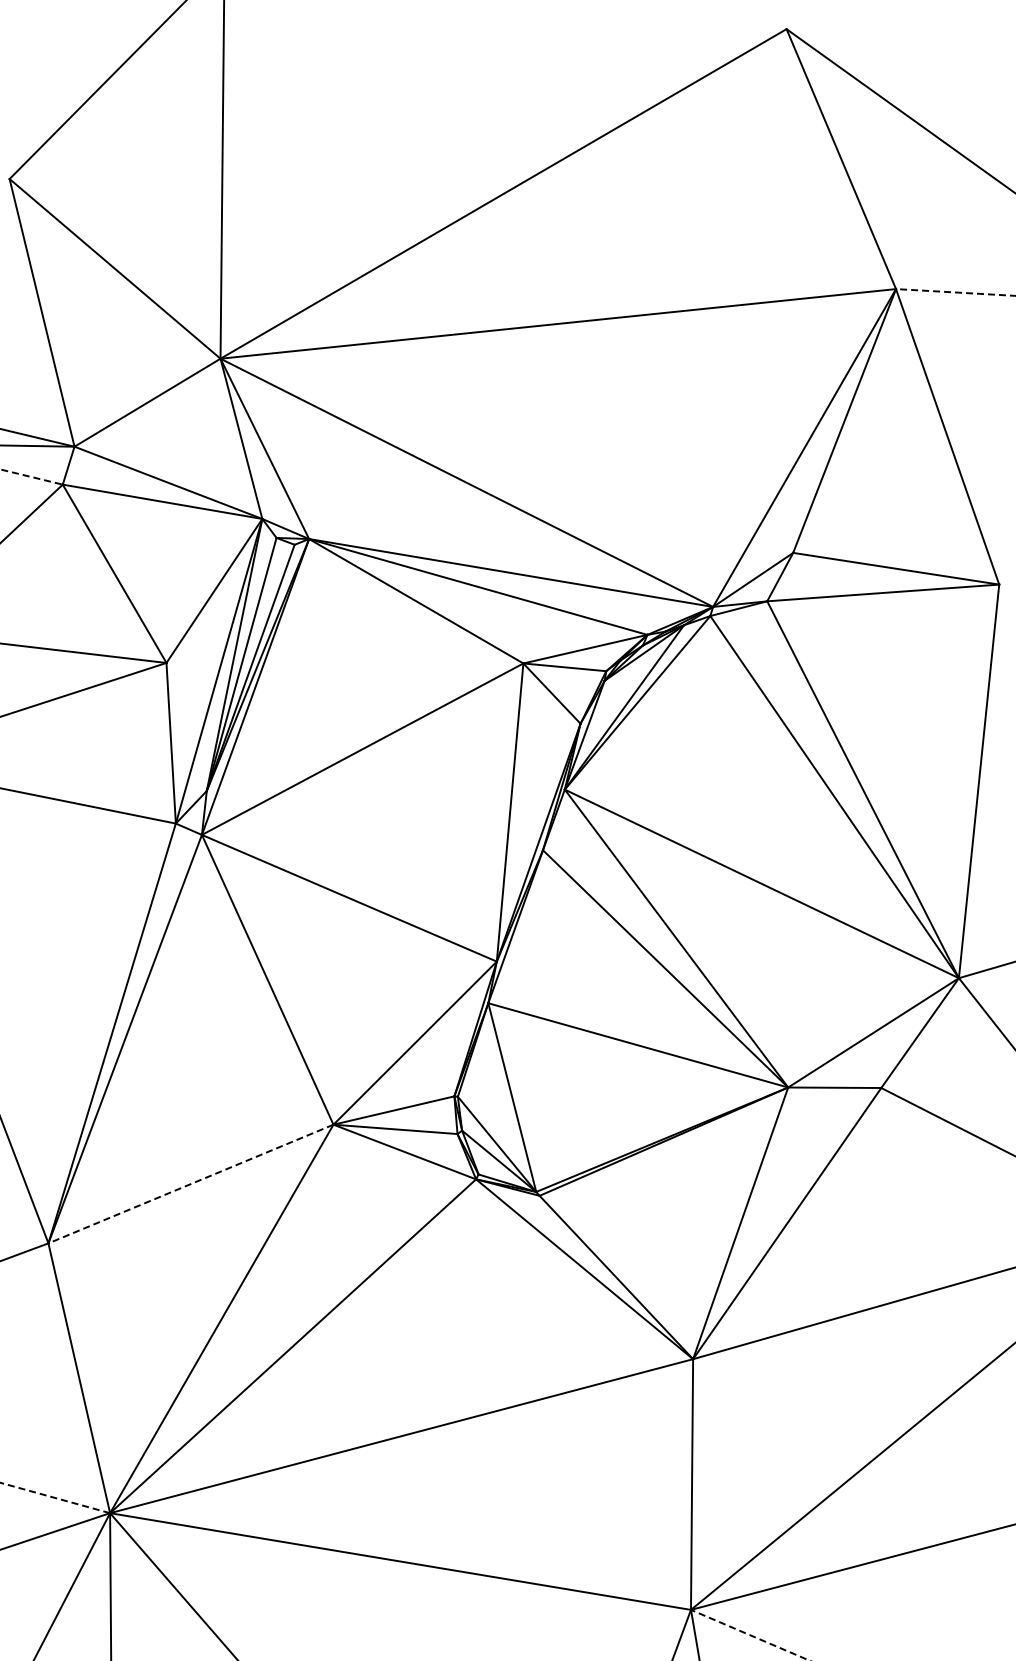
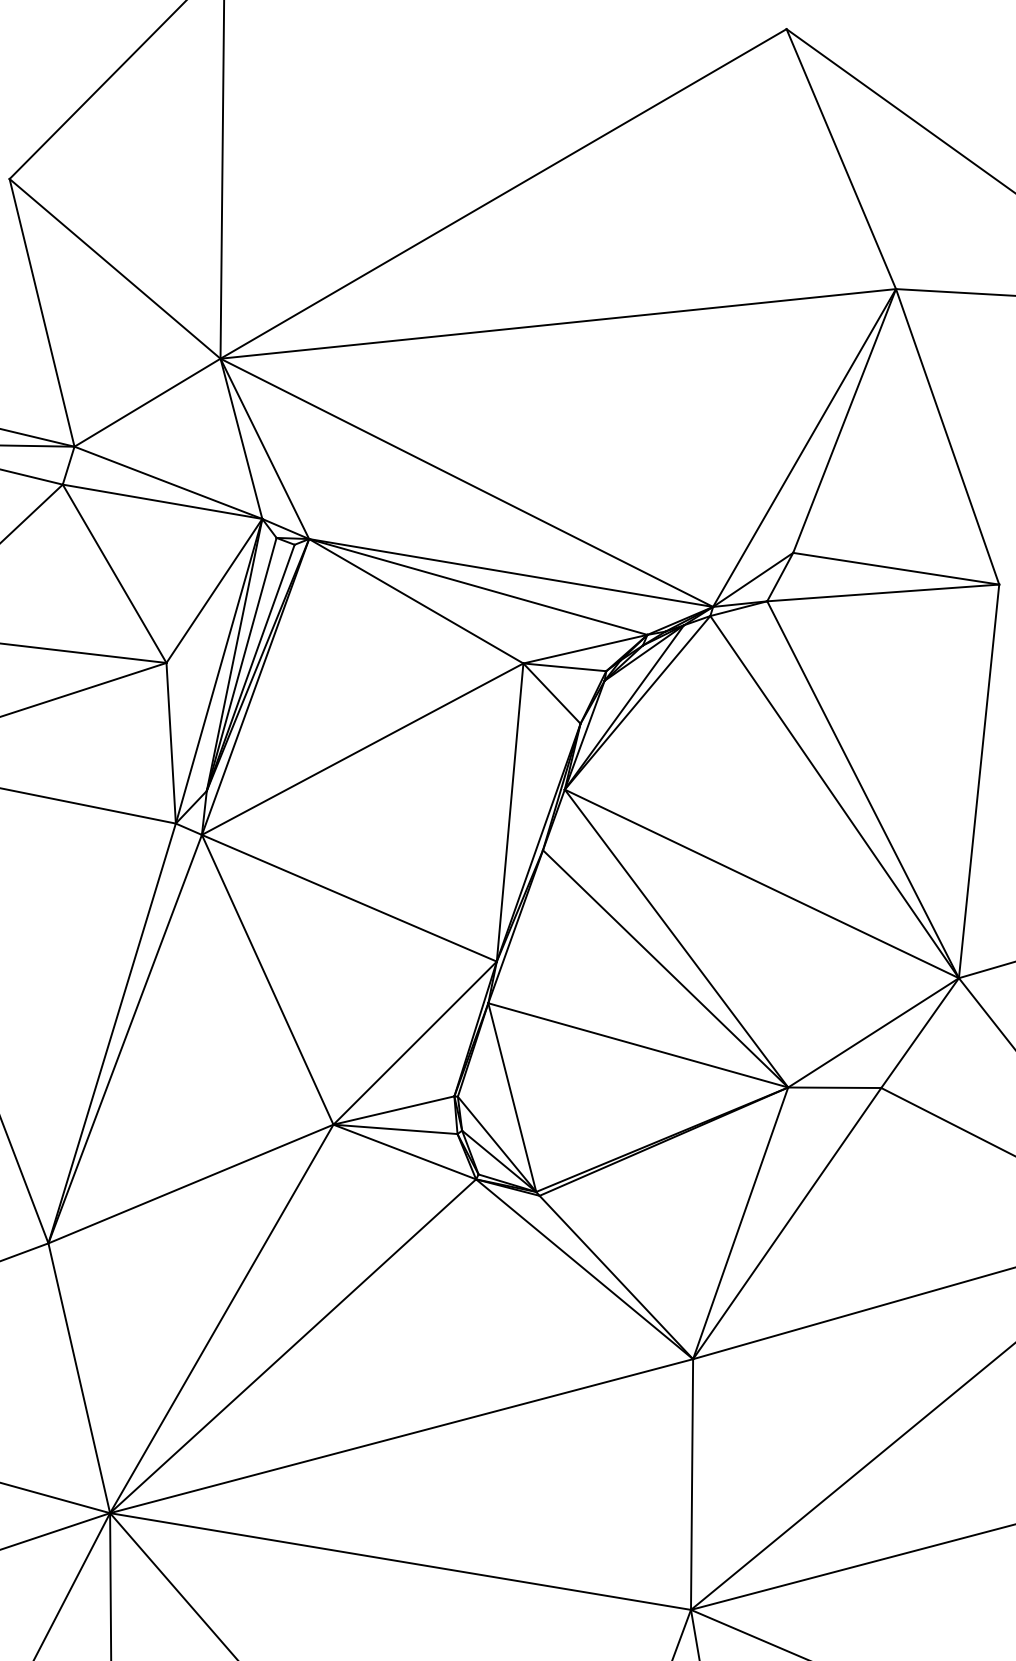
line at (955, 292): dashed -> solid
line at (31, 477): dashed -> solid
line at (190, 1184): dashed -> solid
line at (55, 1497): dashed -> solid
line at (749, 1635): dashed -> solid
